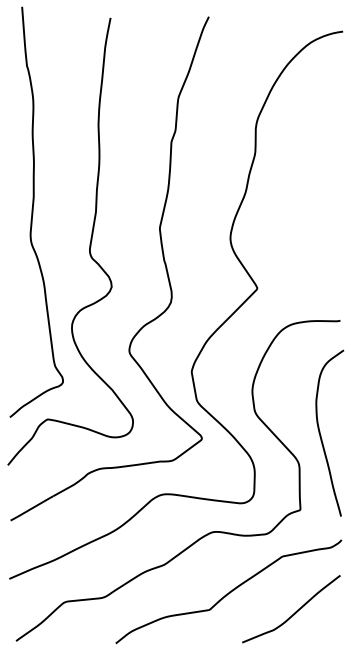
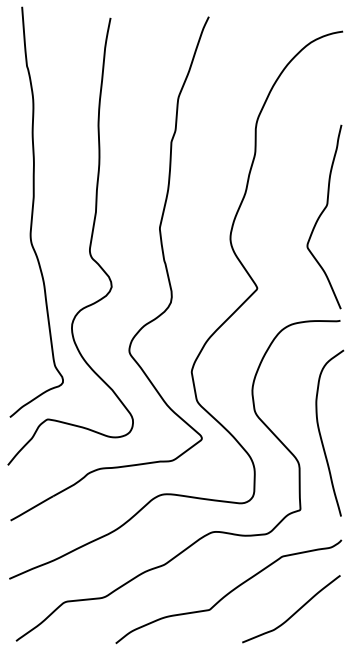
curve at (321, 215): none -> present
